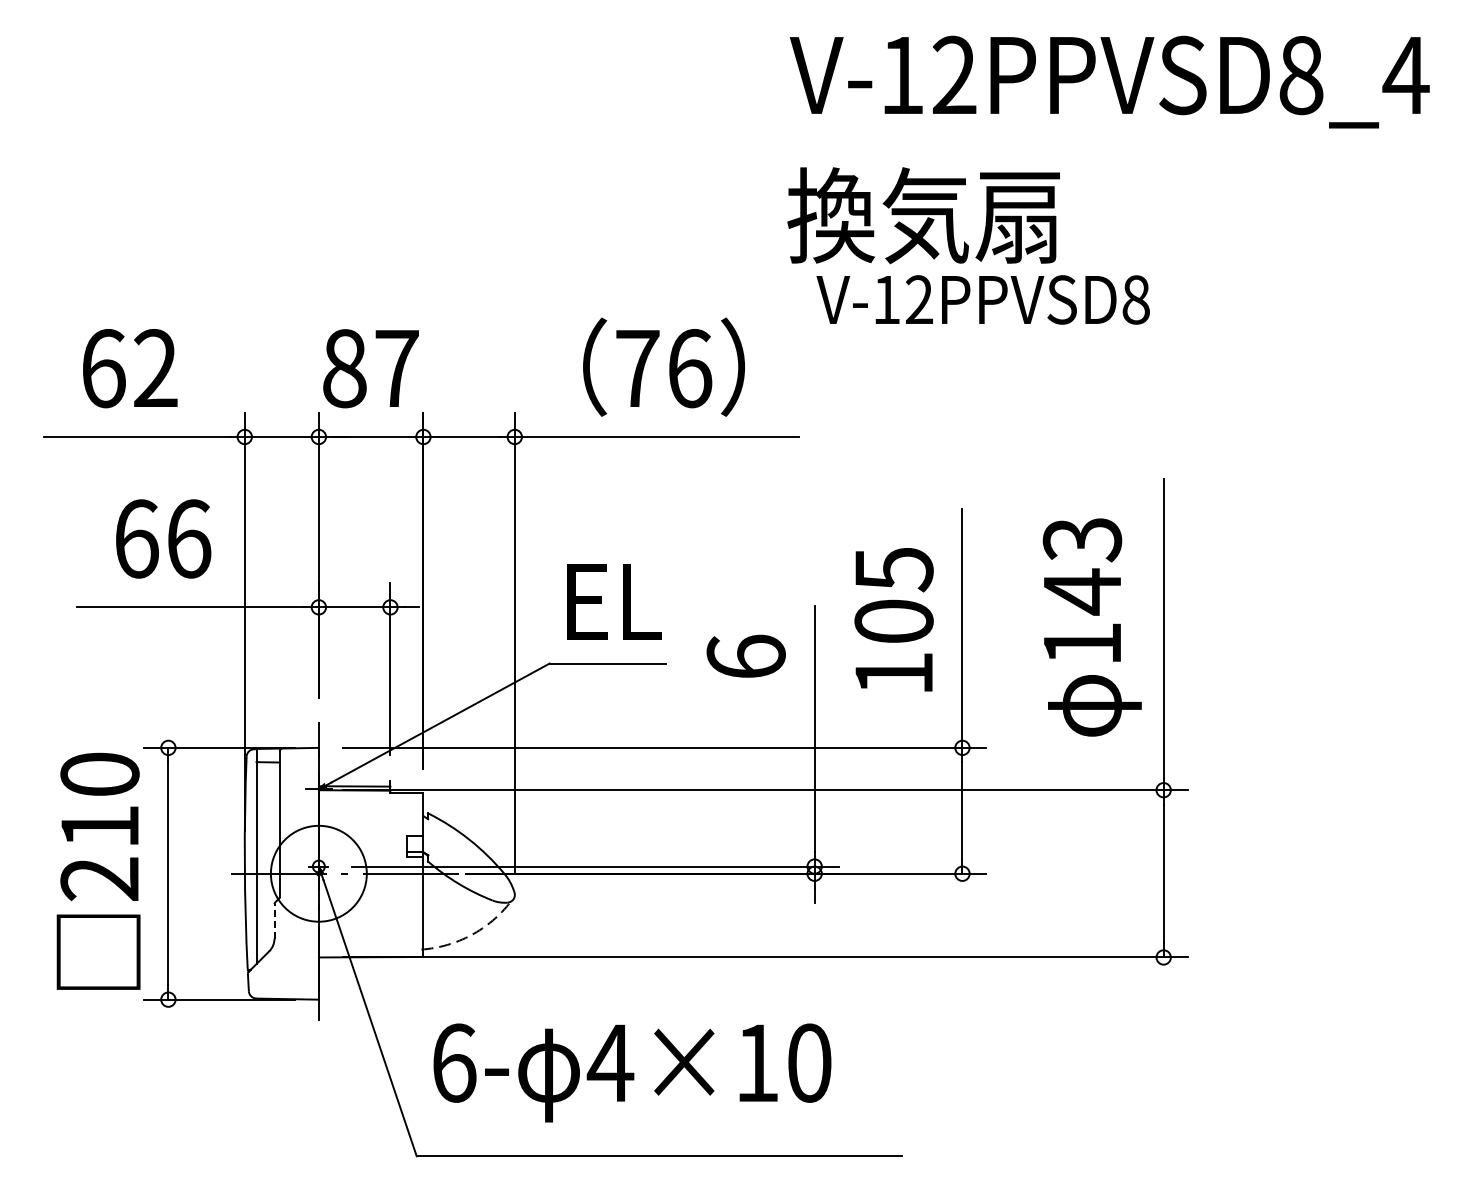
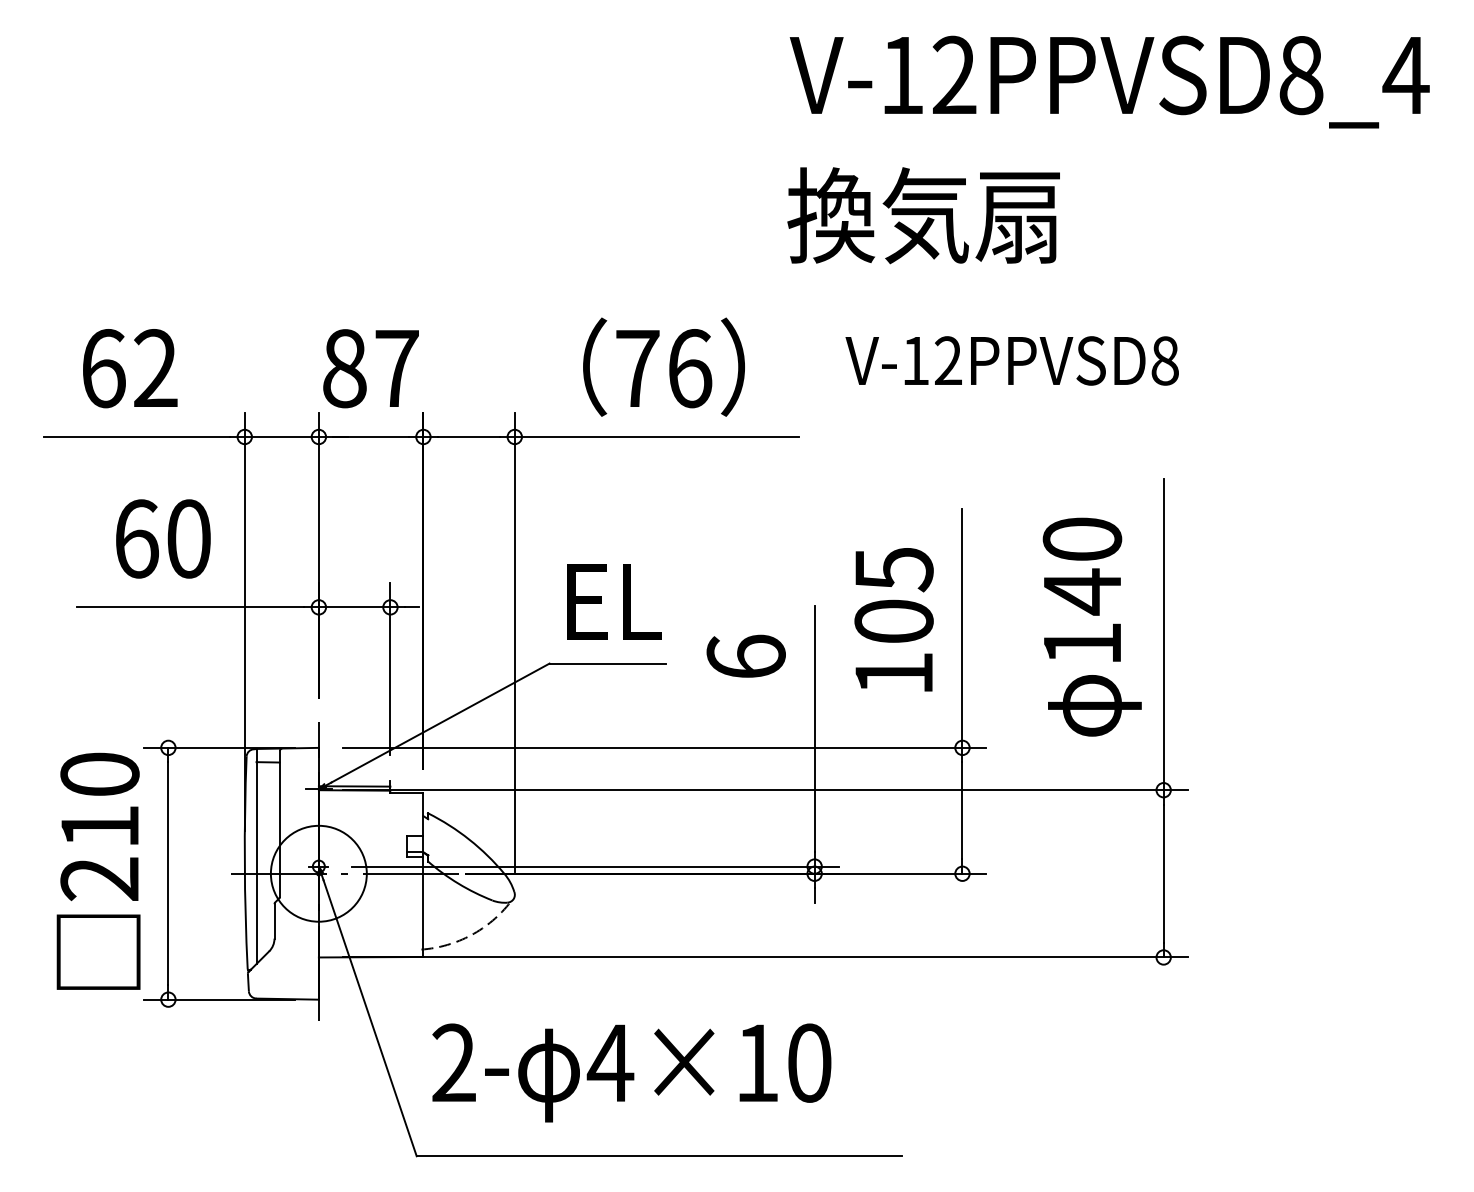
text at (982, 299) position: (982, 299) -> (1011, 360)
text at (189, 538): 66 -> 60
text at (1082, 539): 143 -> 140
line at (274, 920): dashed -> solid
text at (454, 1062): 6- -> 2-
